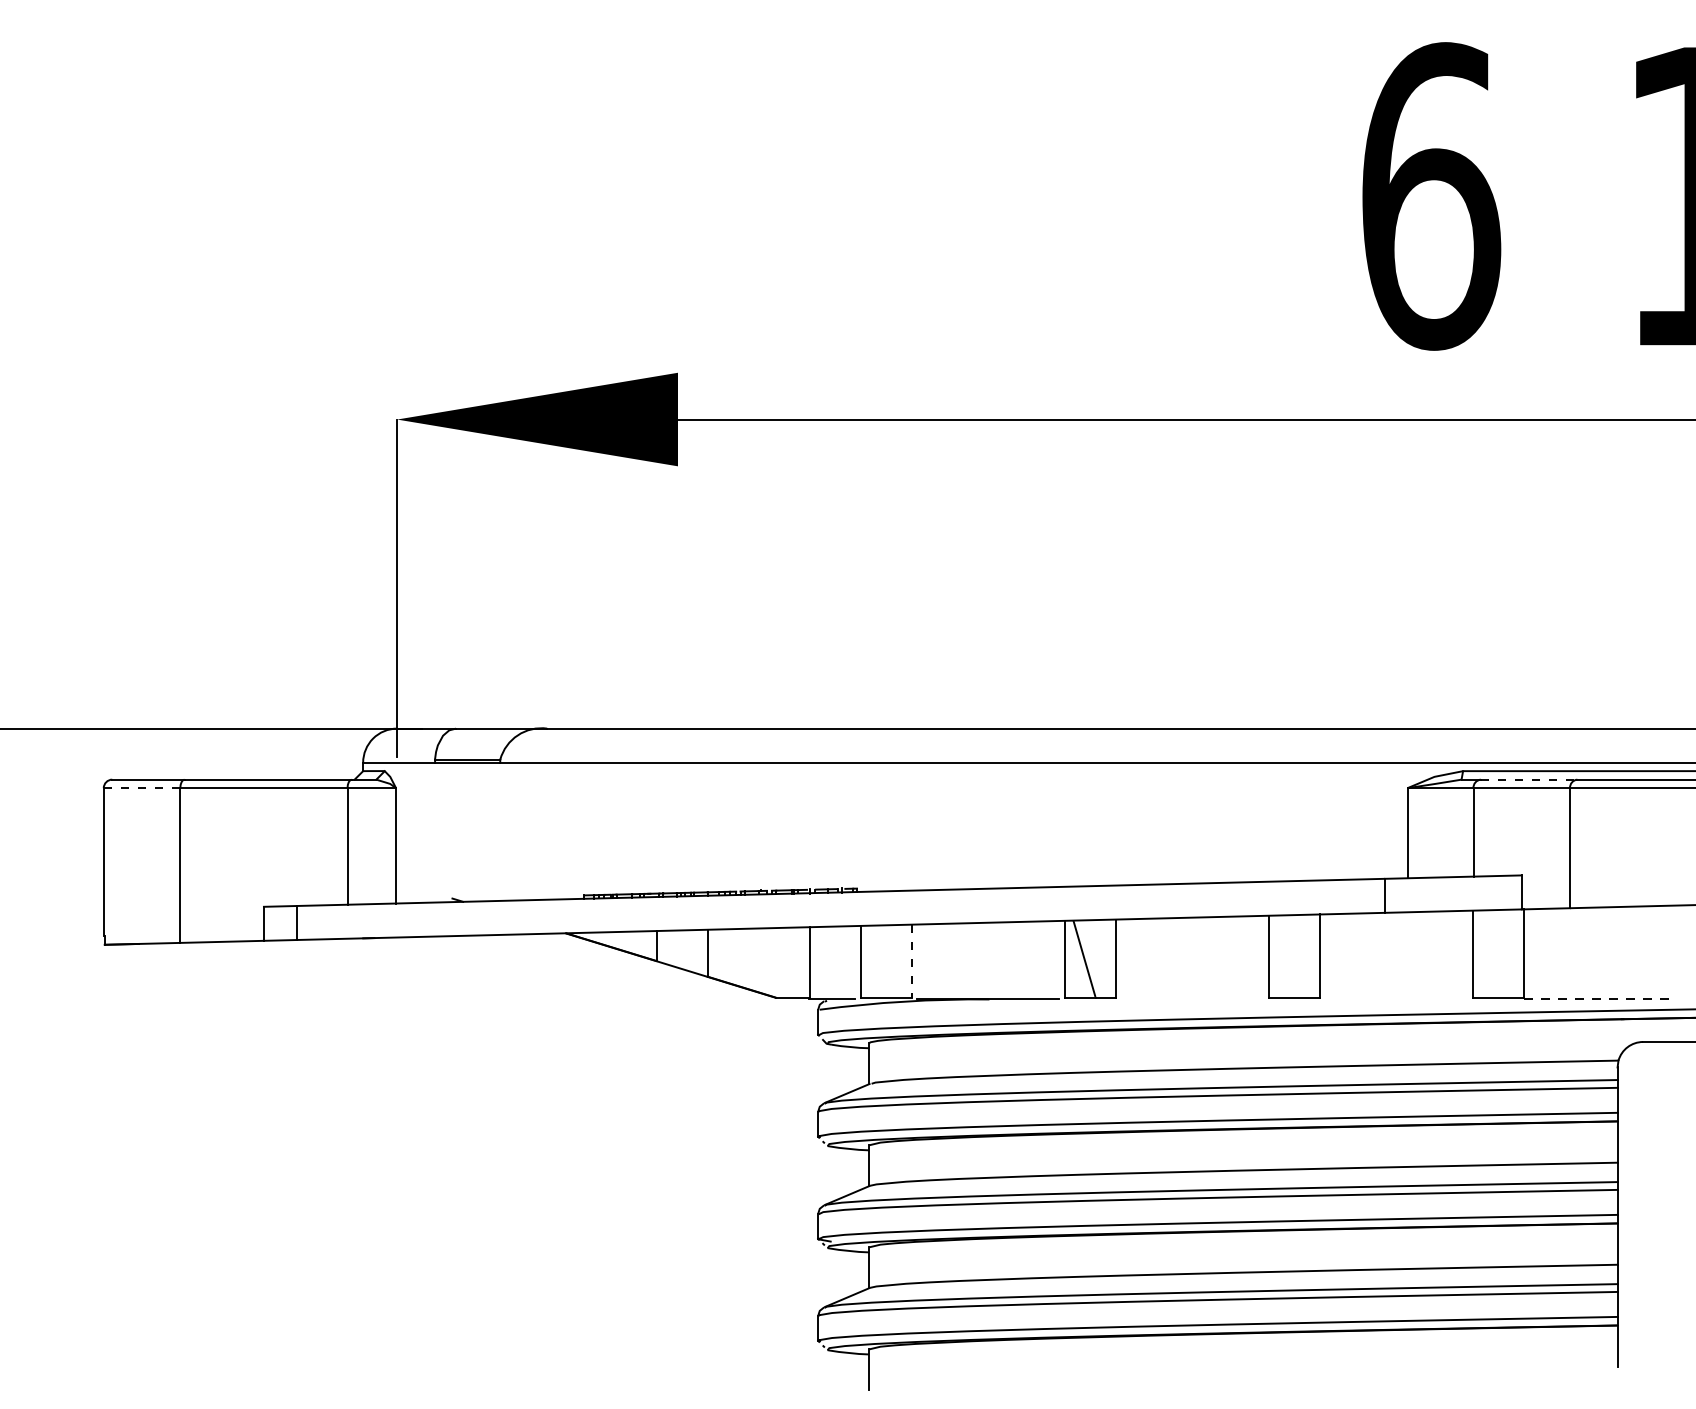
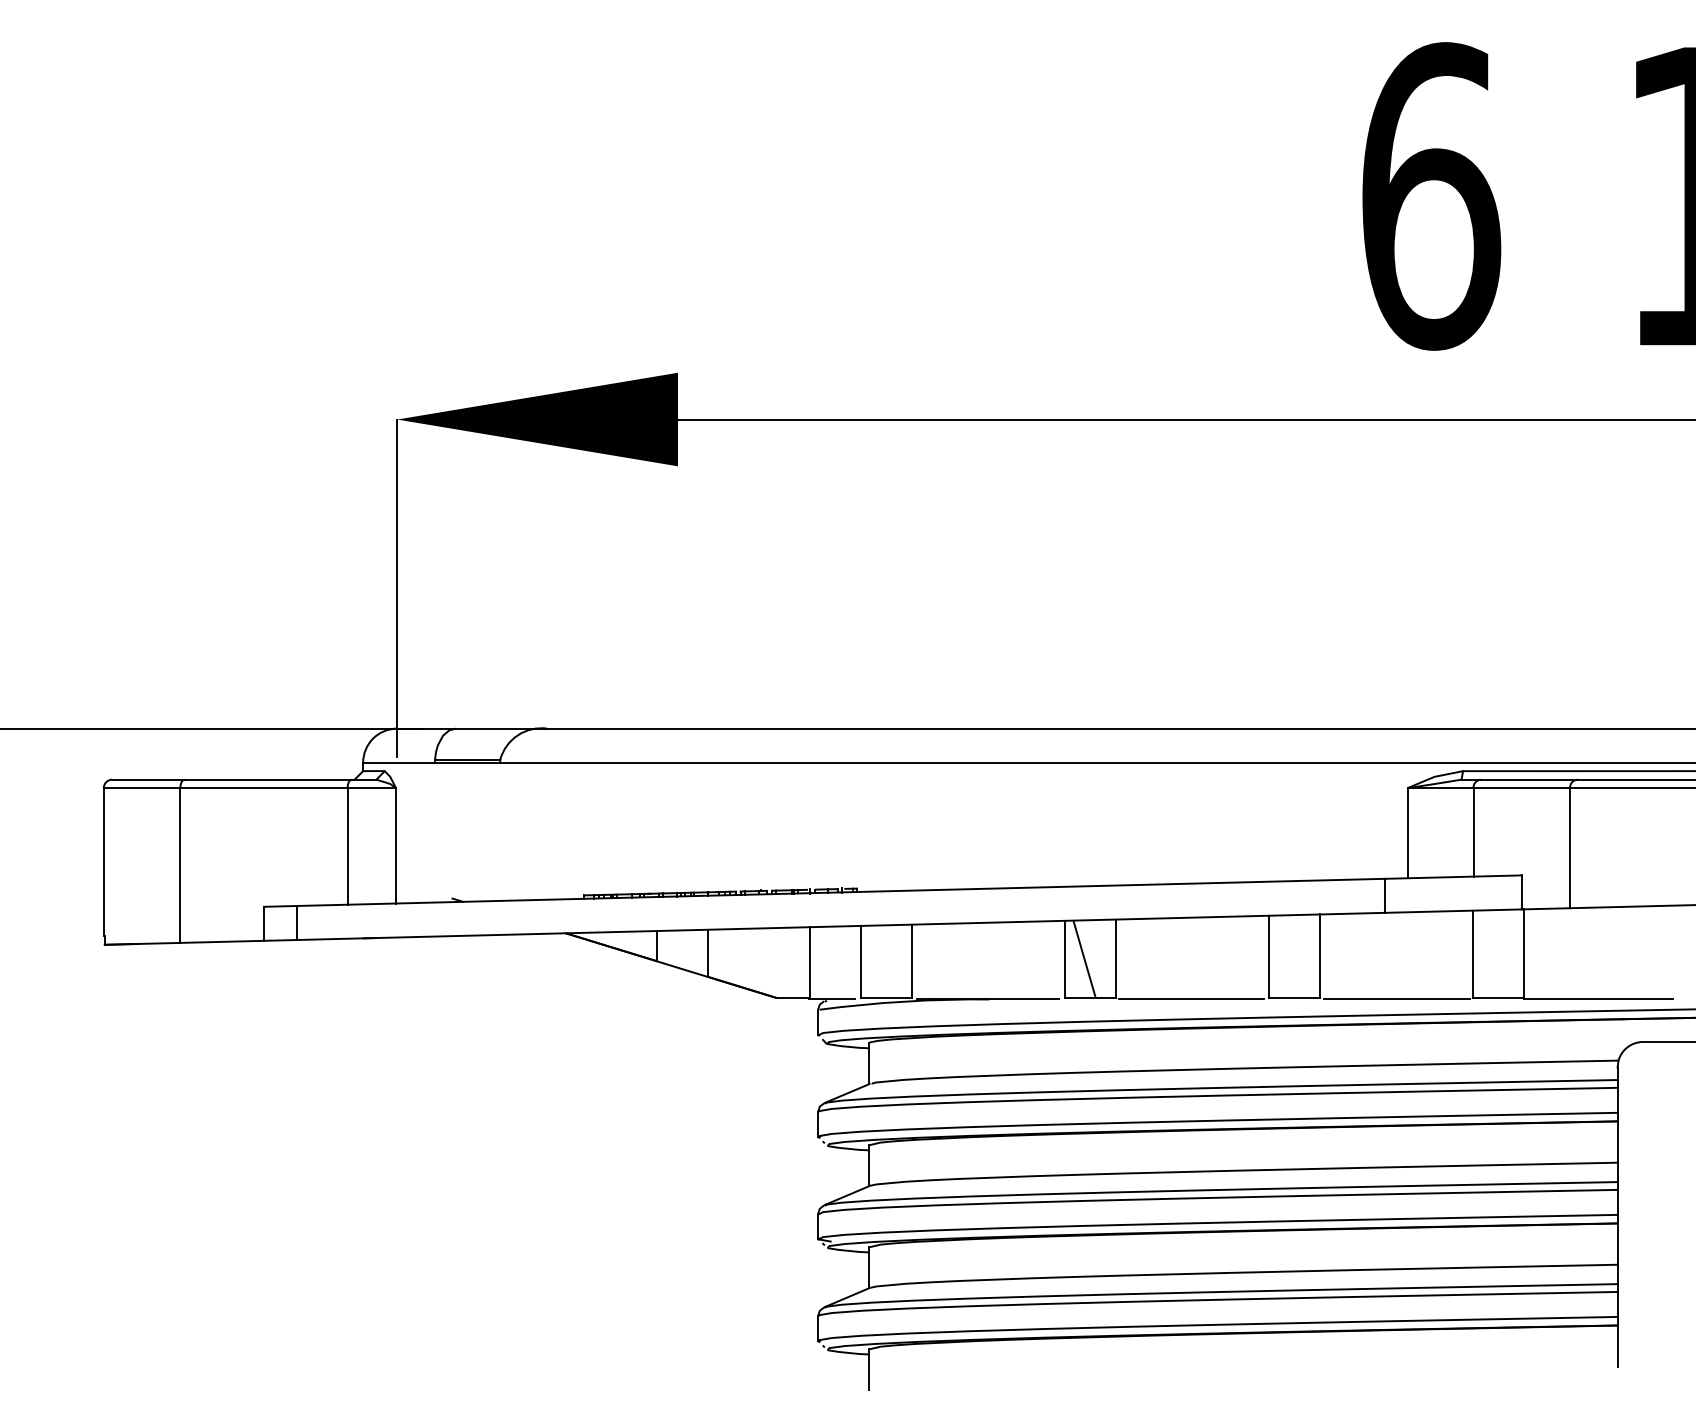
line at (1529, 779): dashed -> solid
line at (141, 788): dashed -> solid
line at (911, 961): dashed -> solid
line at (1191, 999): none -> present
line at (1397, 999): none -> present
line at (1598, 999): dashed -> solid
